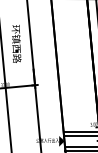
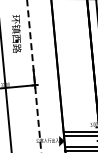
text at (16, 43) position: (16, 43) -> (16, 33)
line at (34, 76): solid -> dashed
